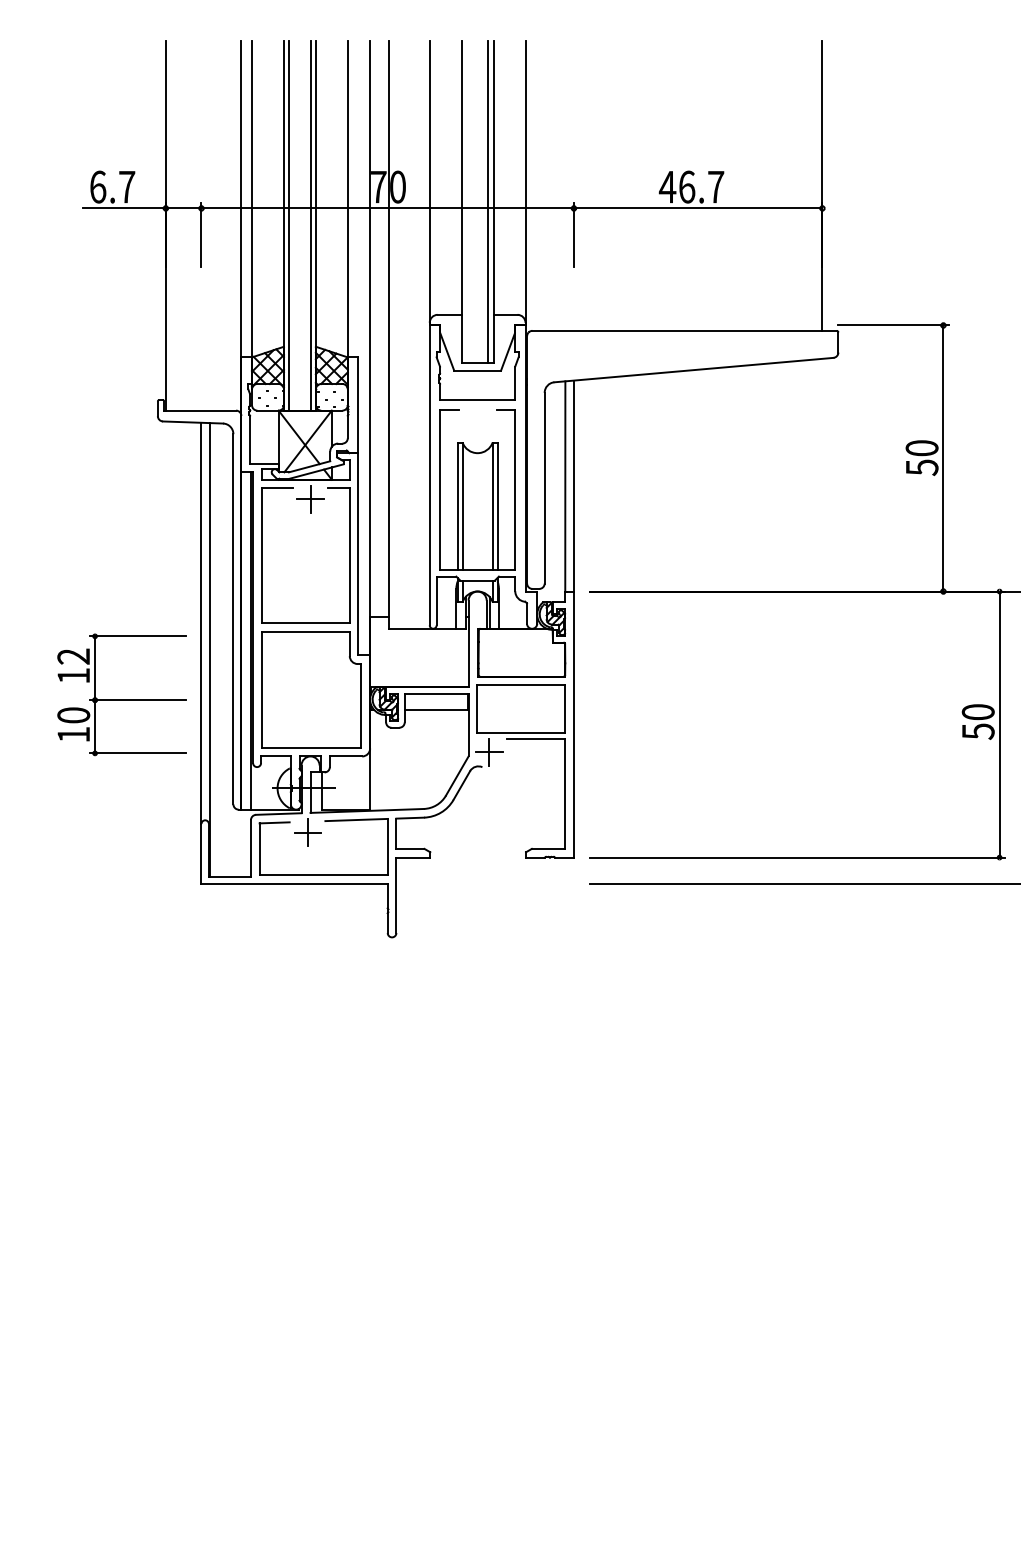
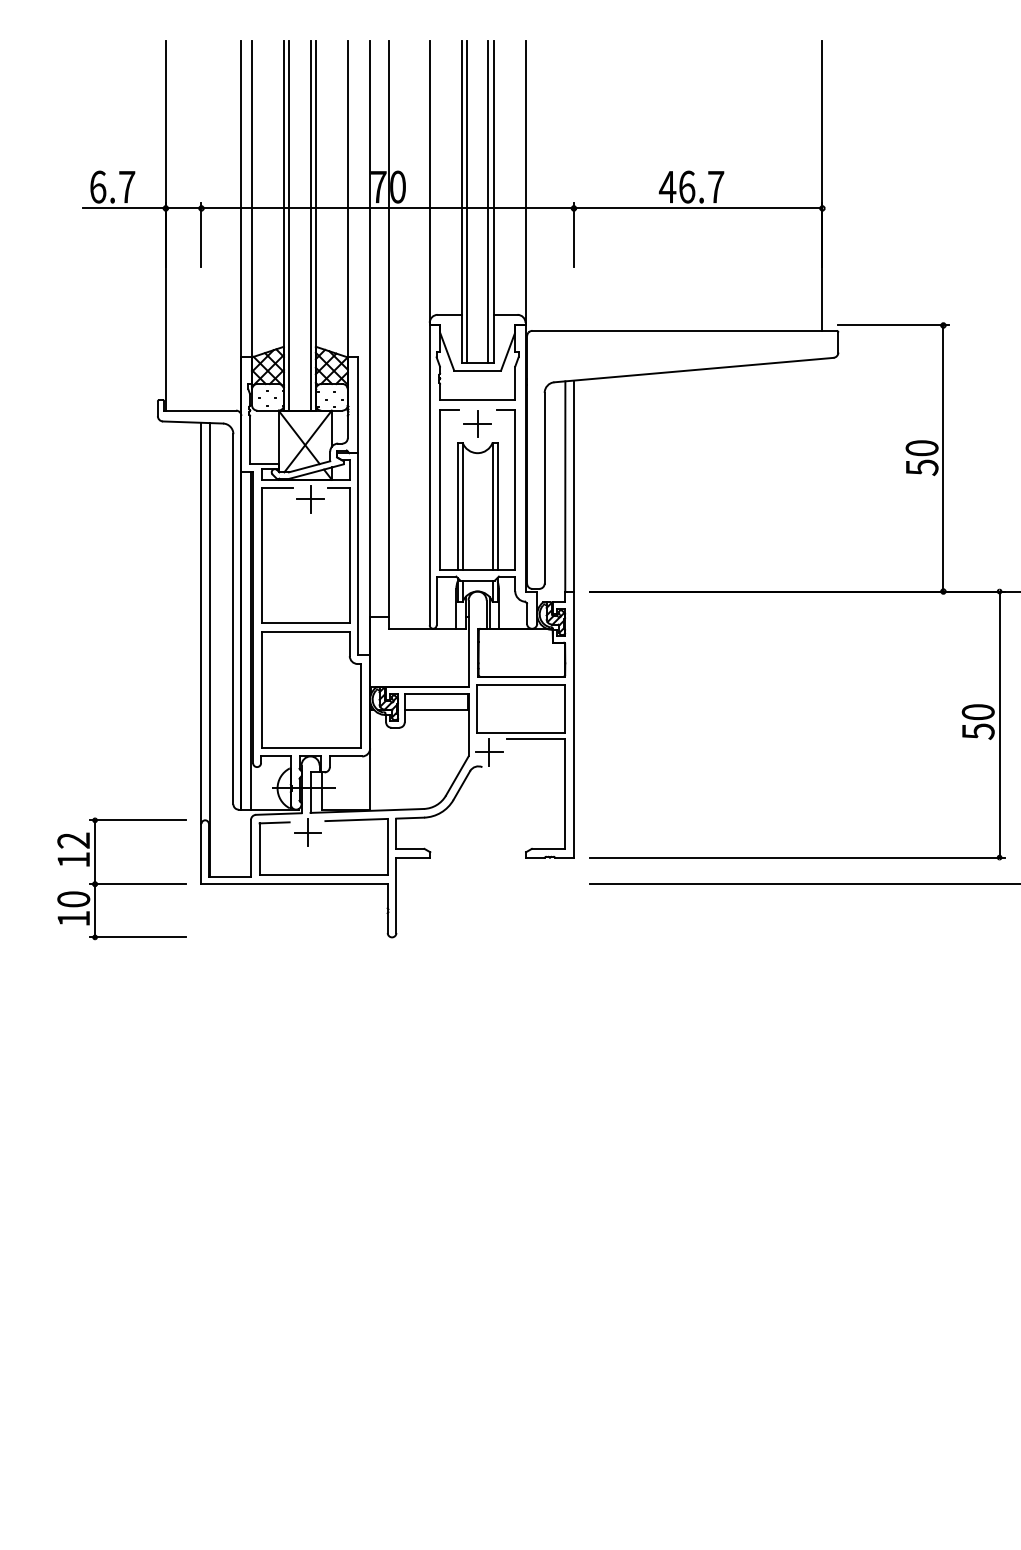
line at (466, 201): none -> present
part at (477, 423): none -> present
part at (121, 694) position: (121, 694) -> (121, 878)
